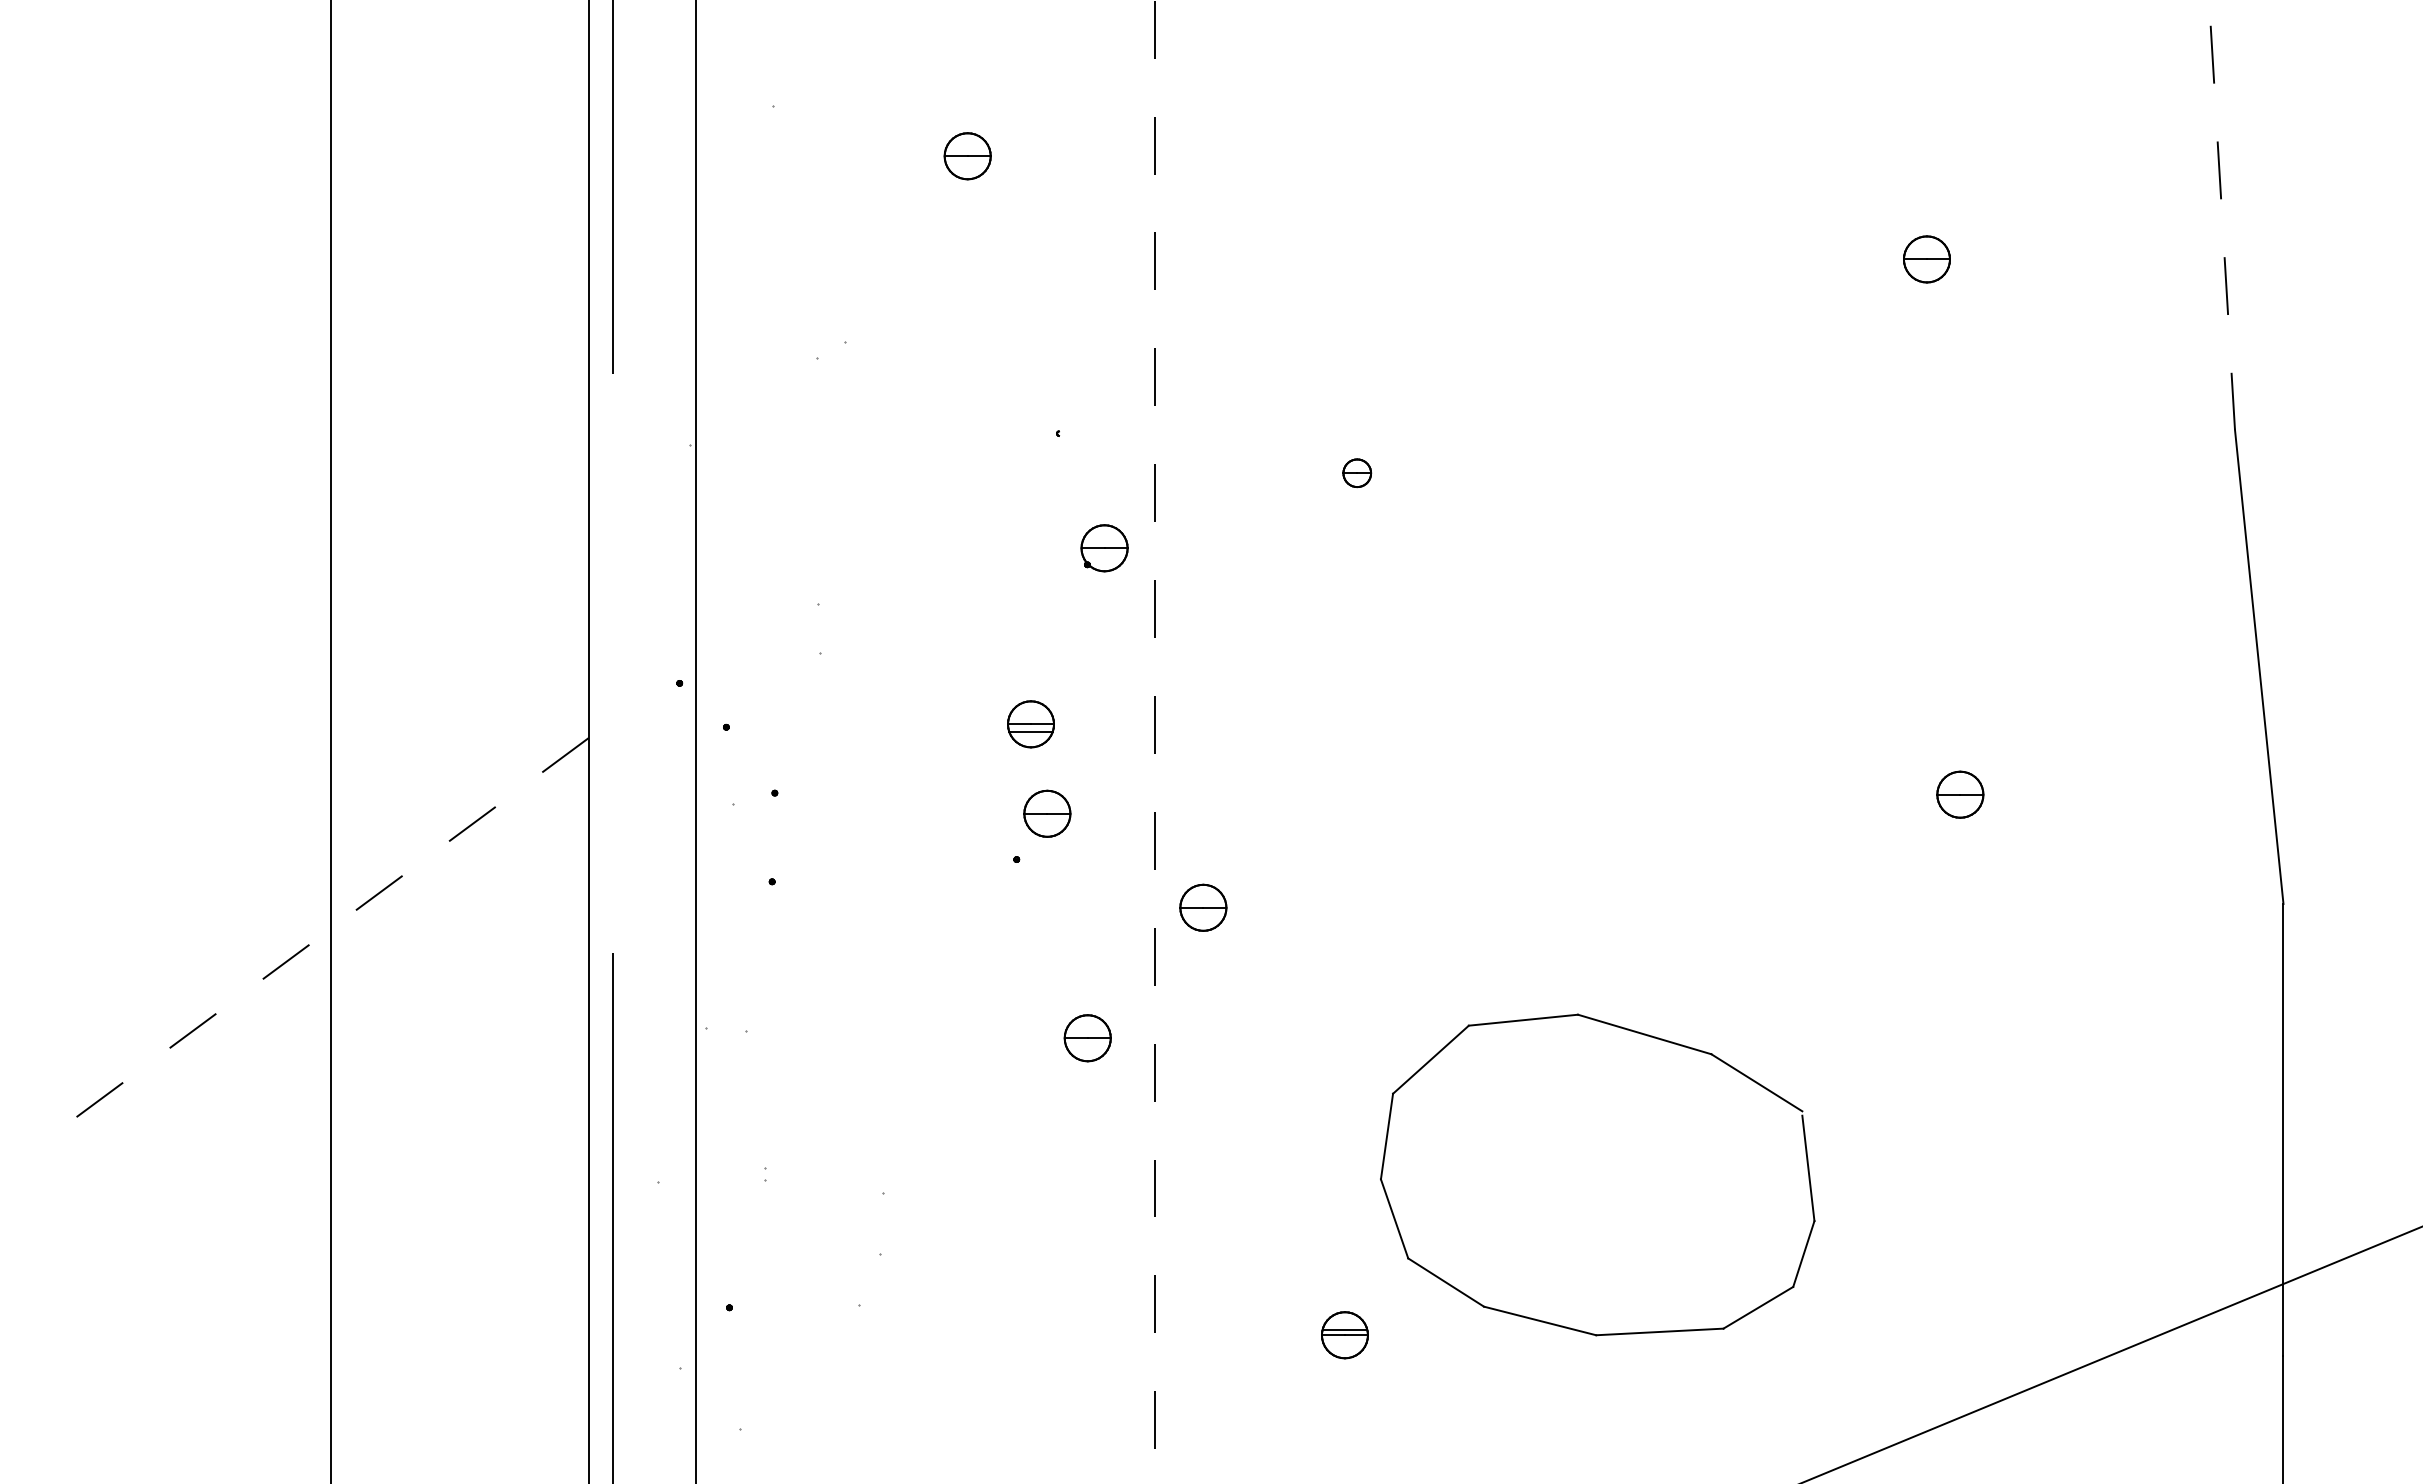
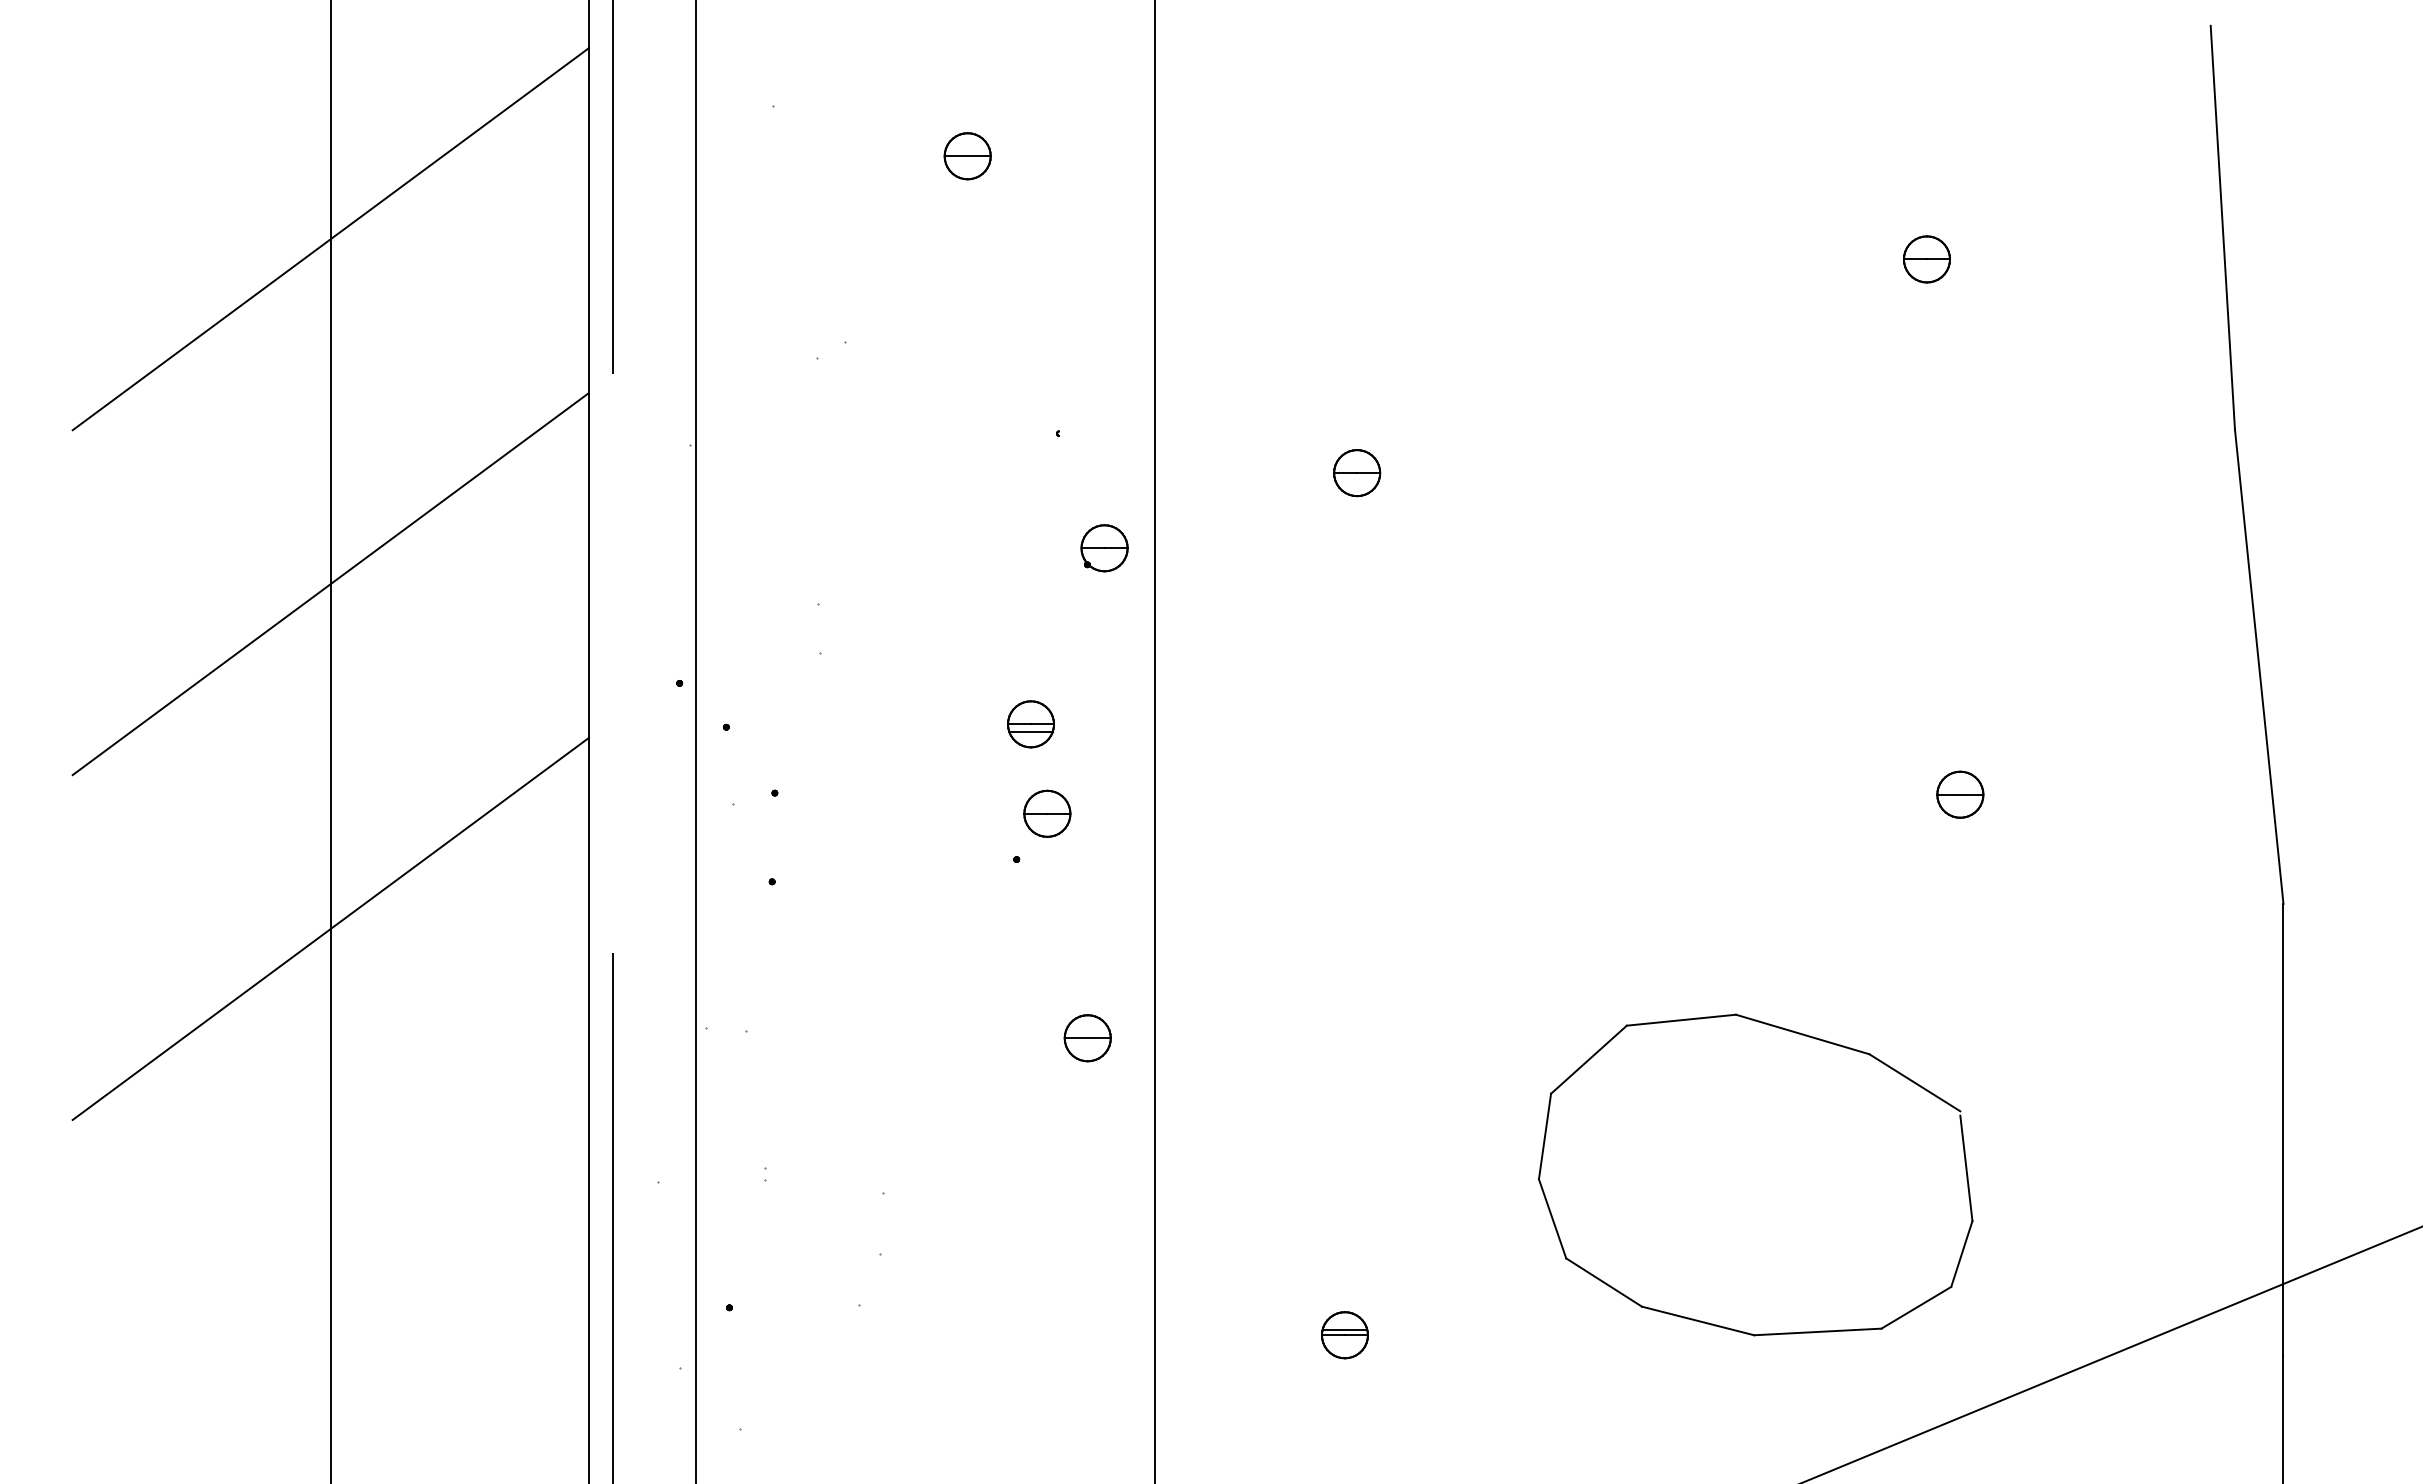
line at (2222, 228): dashed -> solid
line at (330, 239): none -> present
part at (1357, 473) size: 31x31 px -> 49x49 px
line at (330, 584): none -> present
line at (1155, 742): dashed -> solid
part at (1203, 907): present -> none
line at (330, 929): dashed -> solid
part at (1643, 1035) position: (1643, 1035) -> (1801, 1035)
